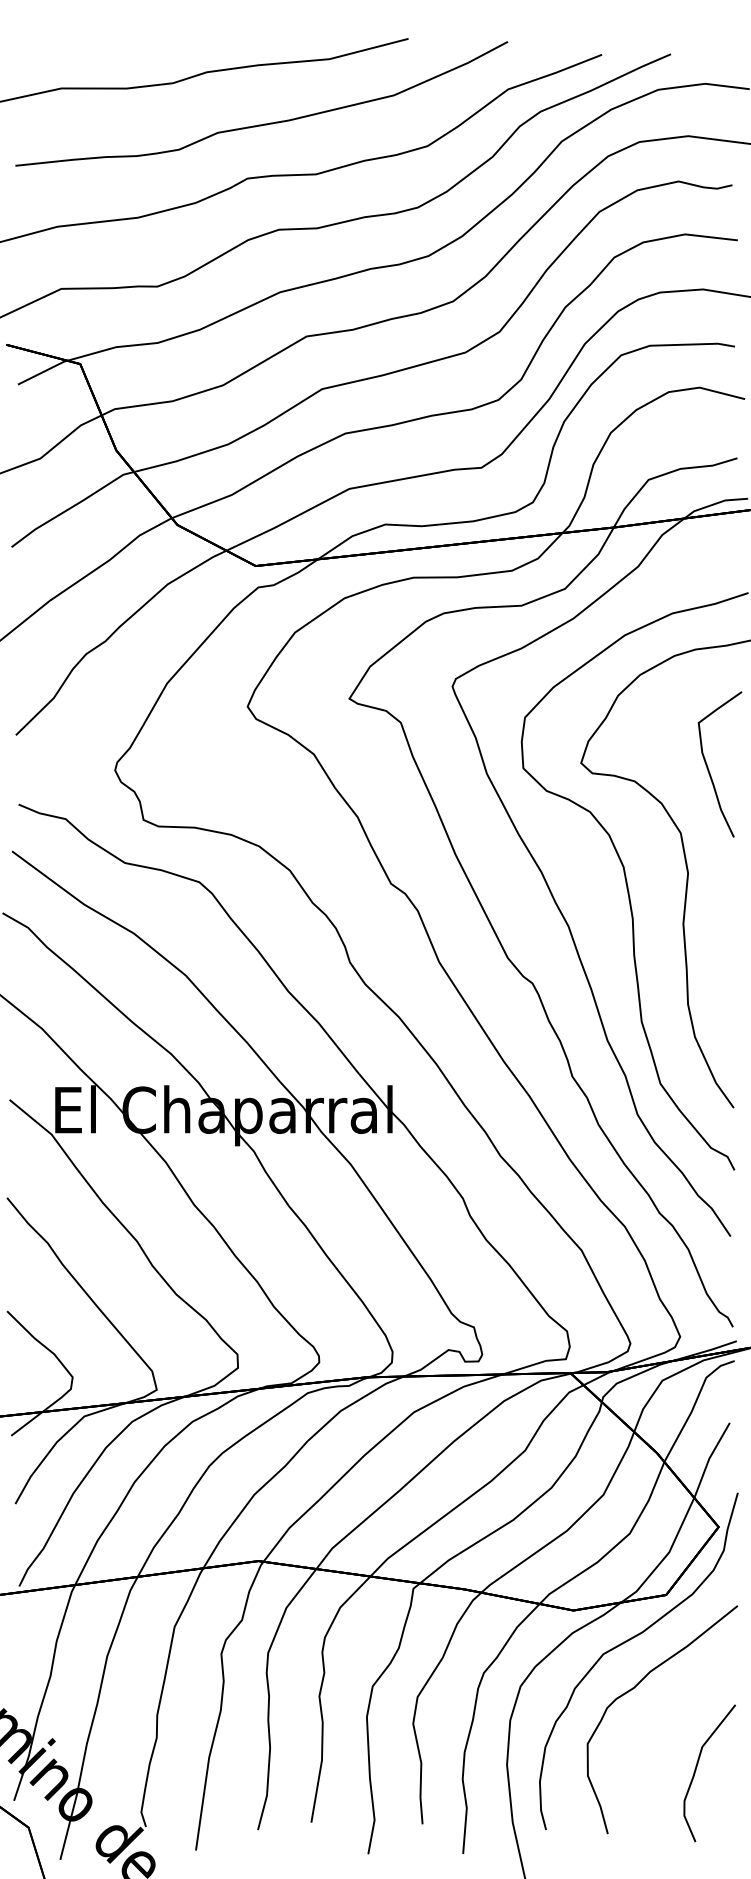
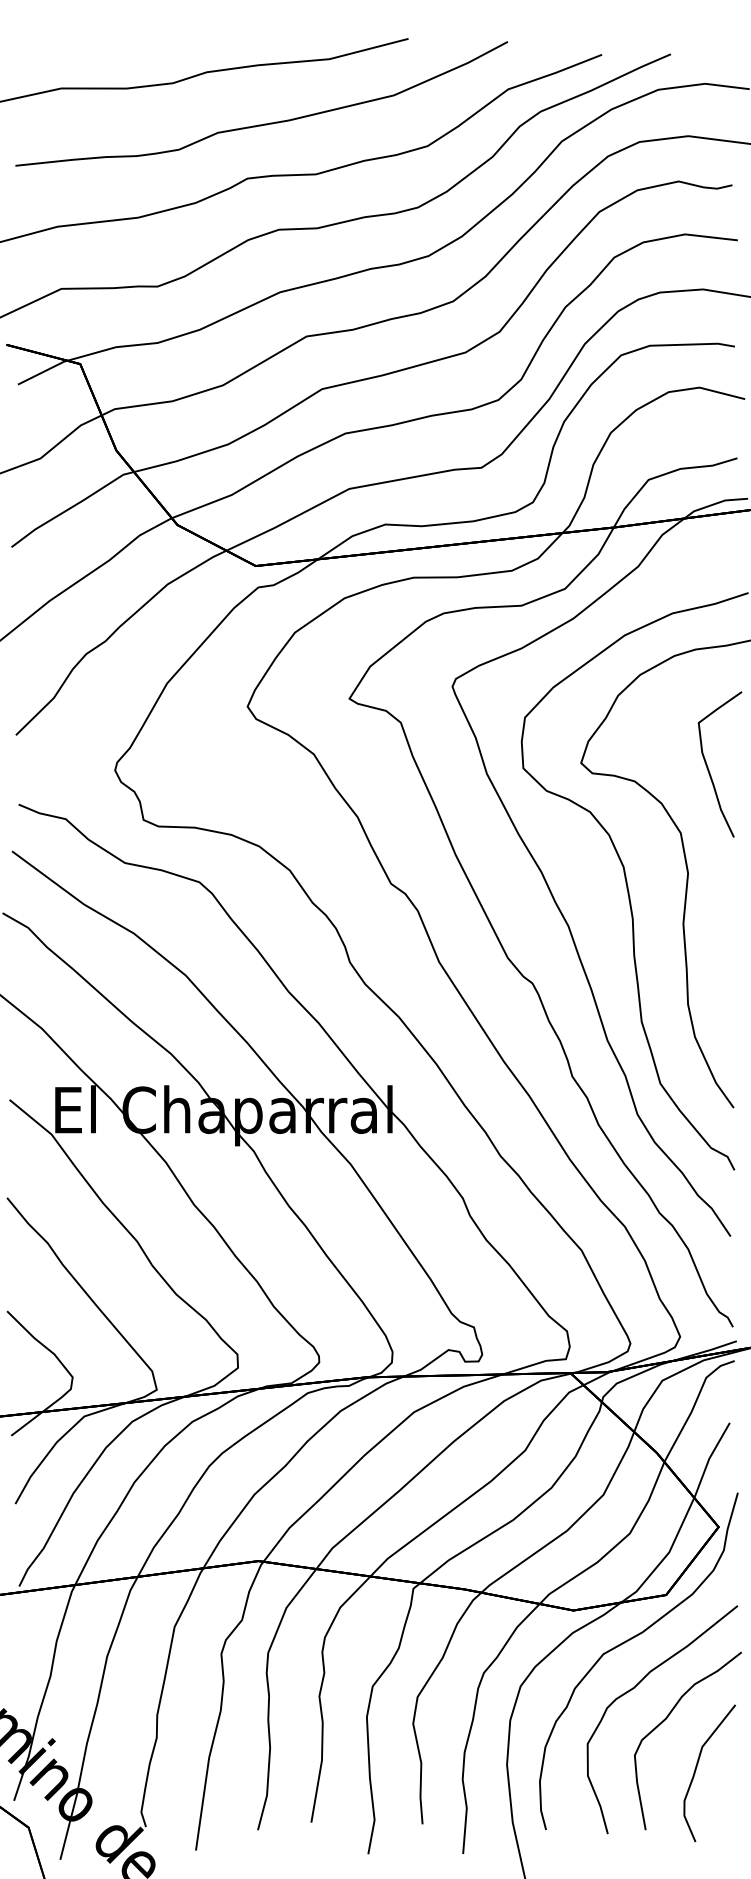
part at (666, 1719): none -> present
